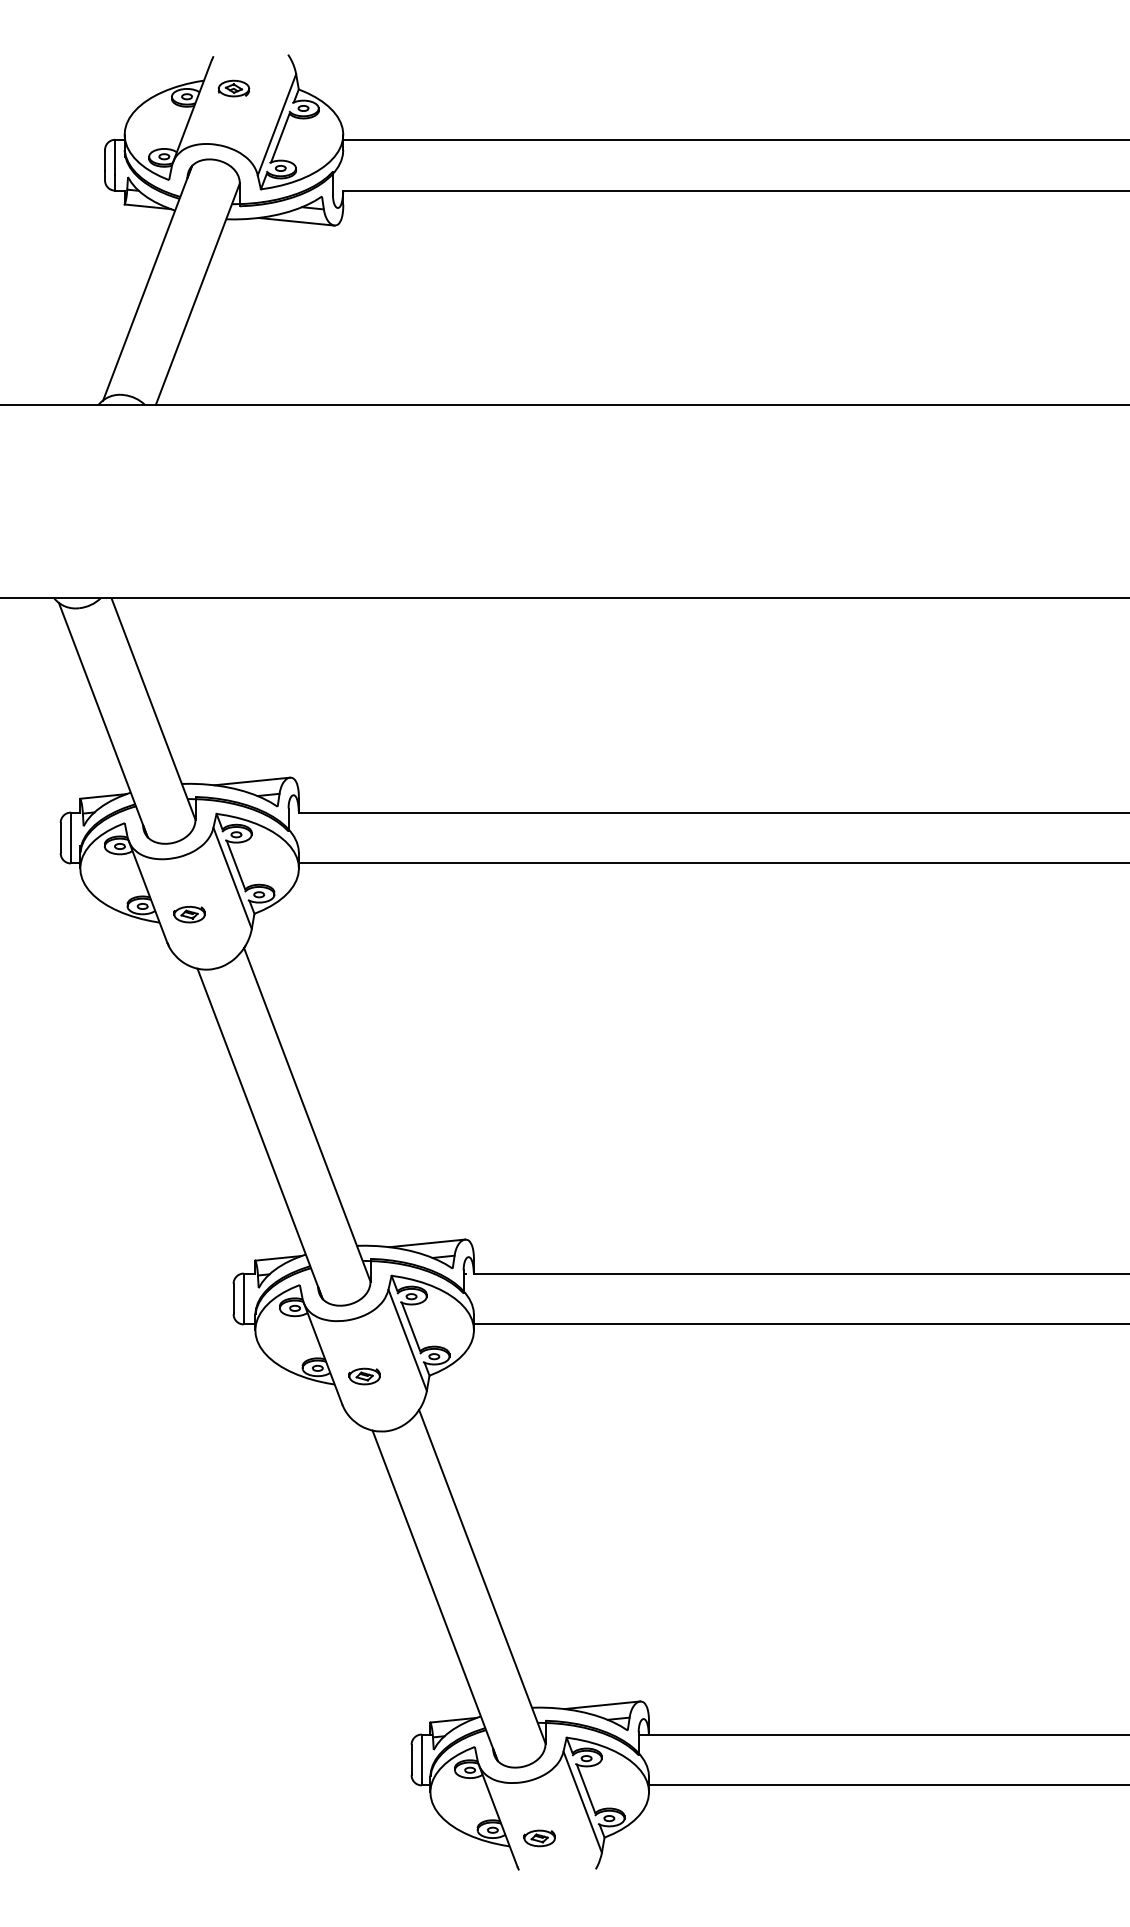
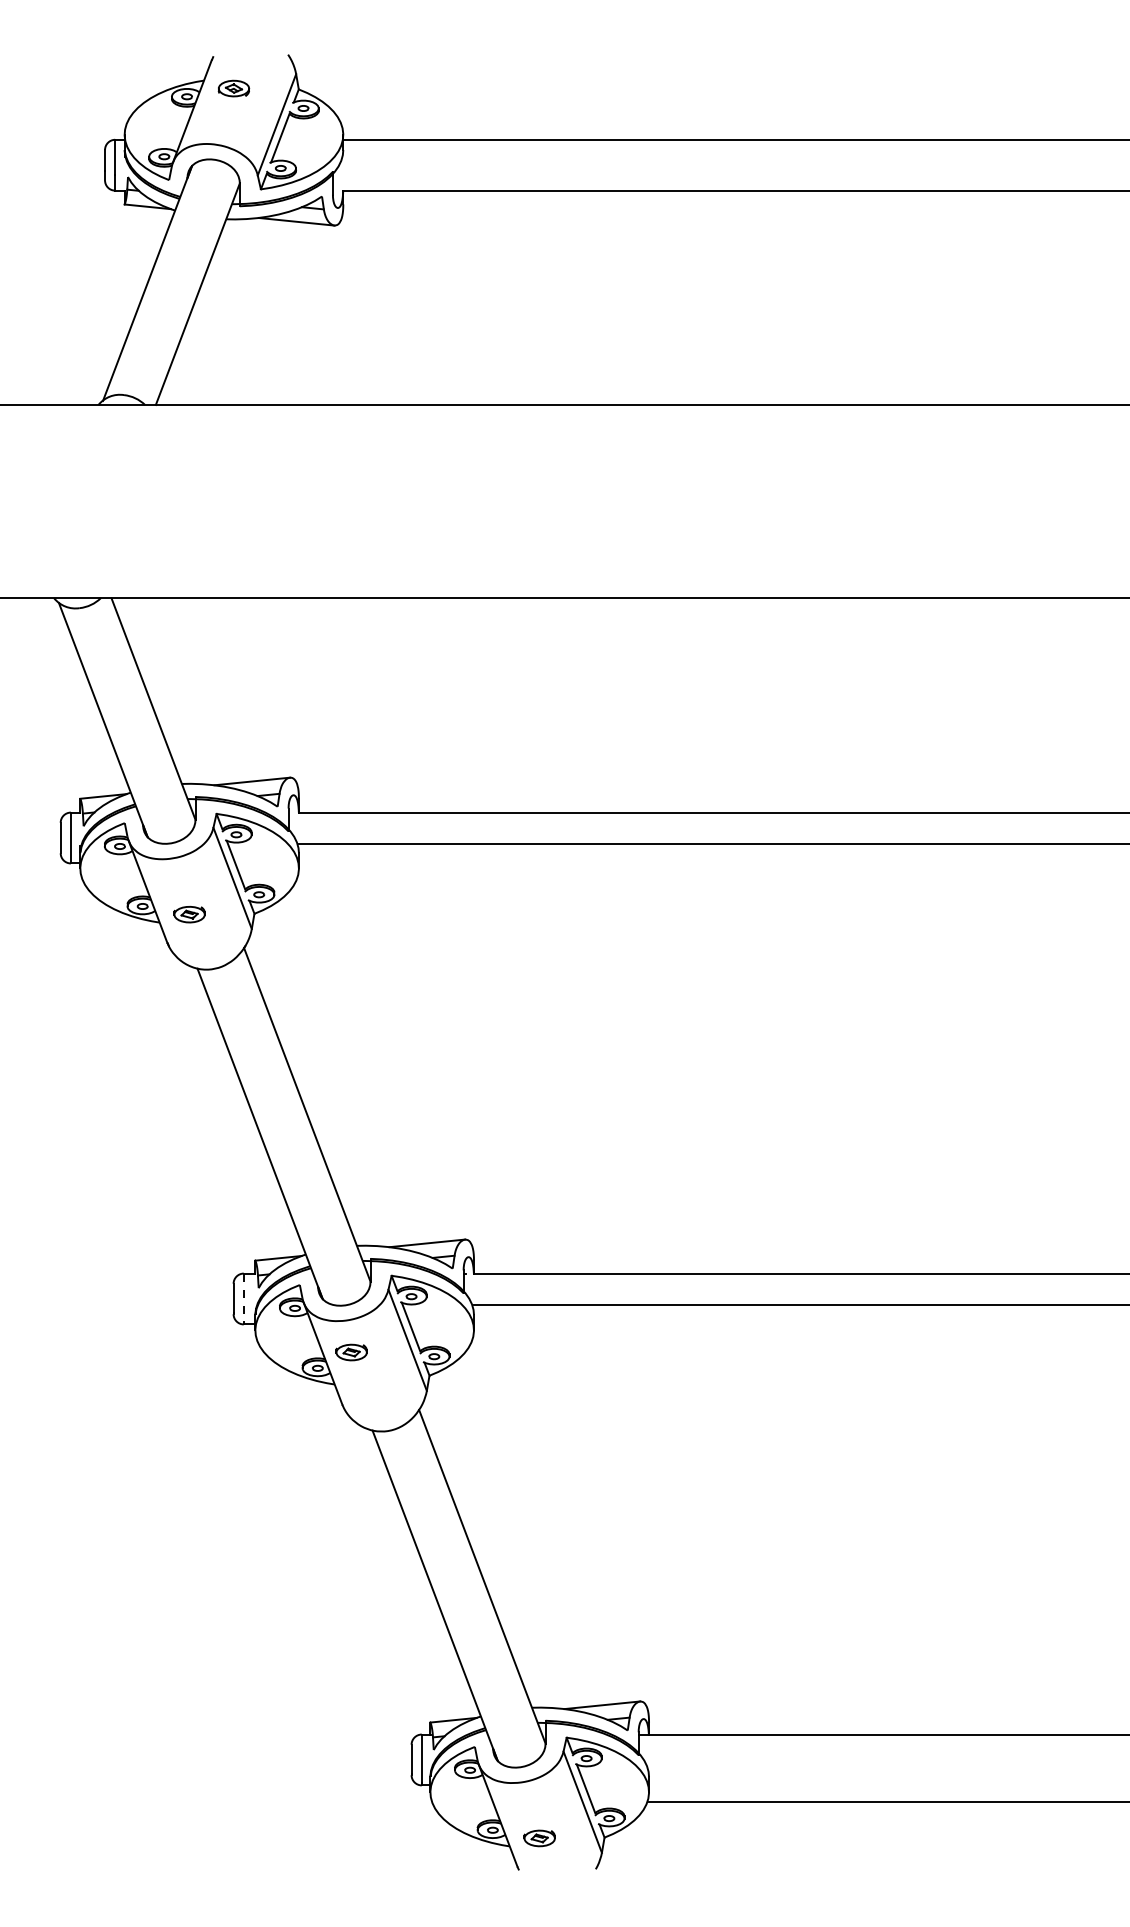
line at (712, 863) position: (712, 863) -> (712, 844)
line at (243, 1298): solid -> dashed
line at (800, 1324) position: (800, 1324) -> (800, 1305)
part at (364, 1376) position: (364, 1376) -> (351, 1352)
line at (887, 1785) position: (887, 1785) -> (887, 1802)
